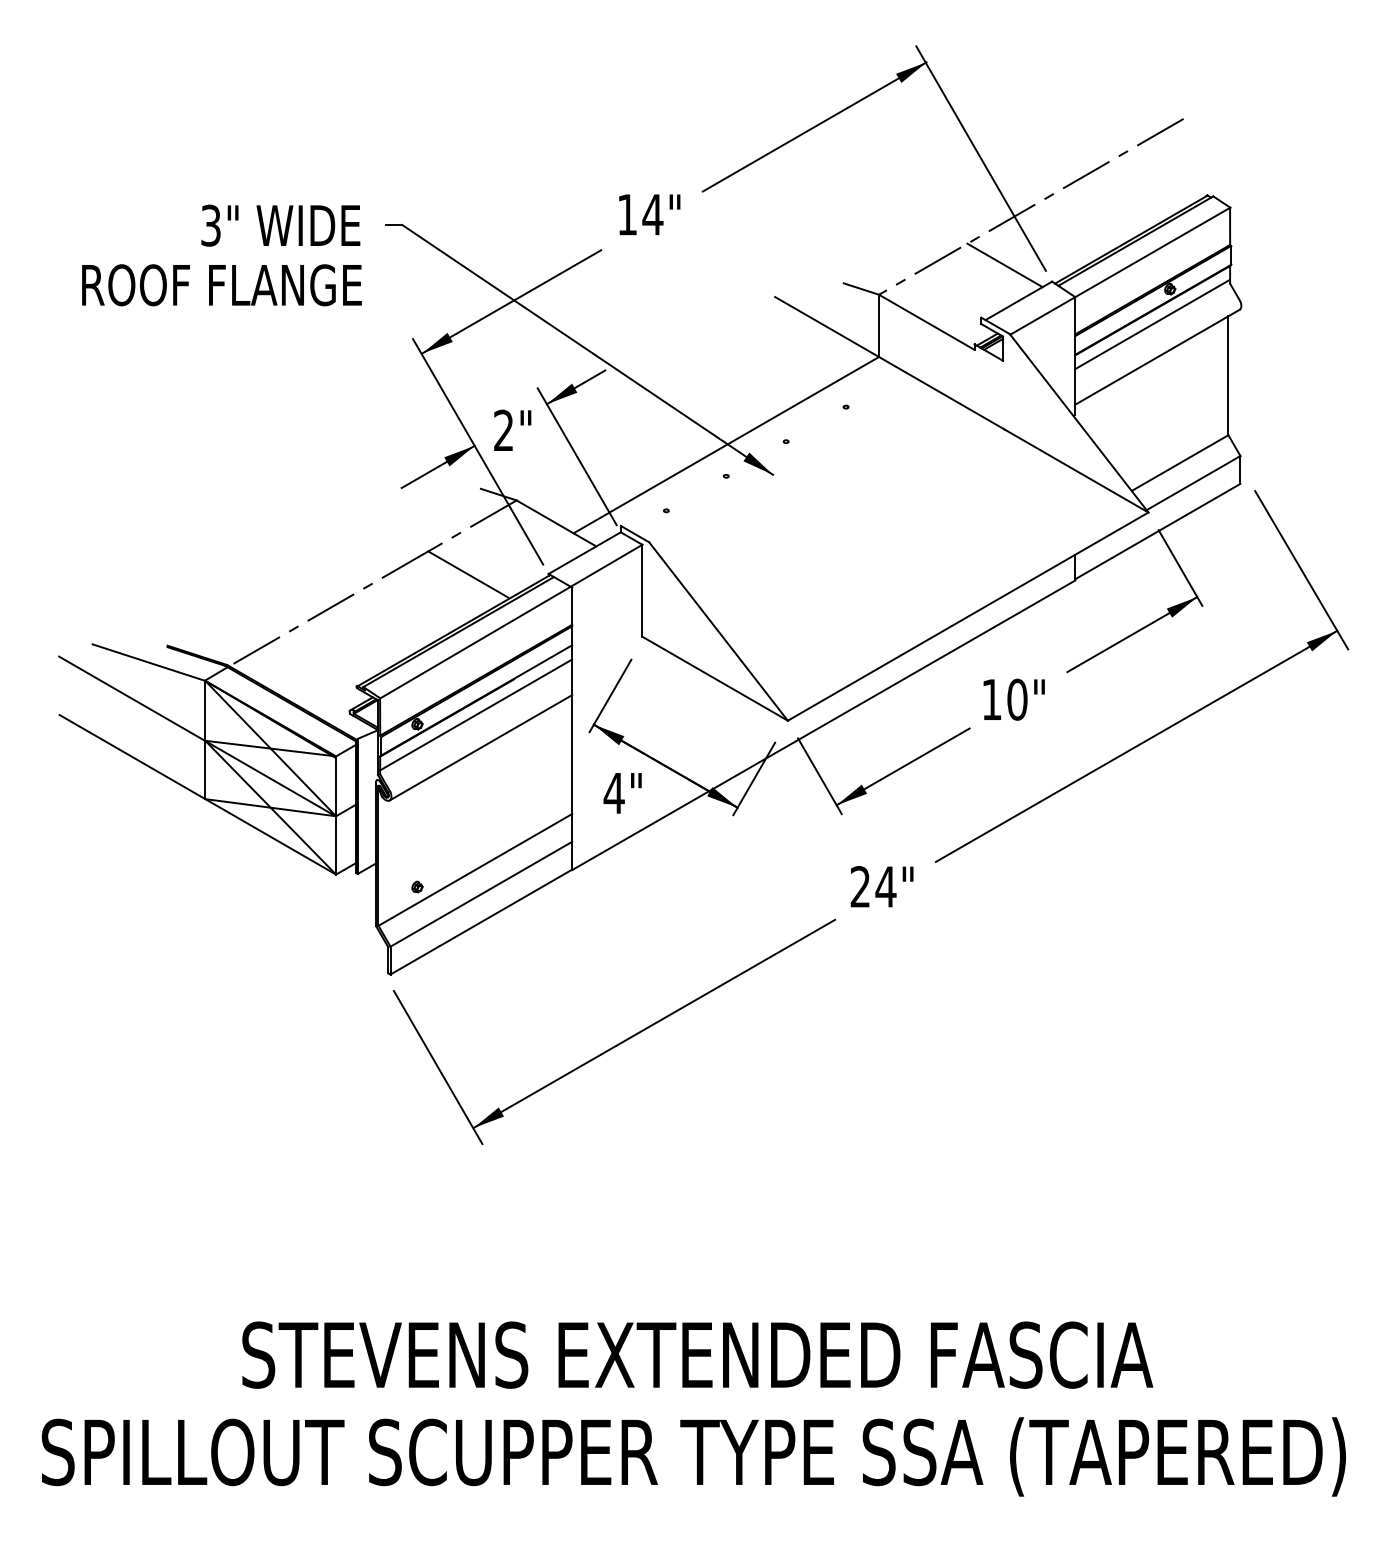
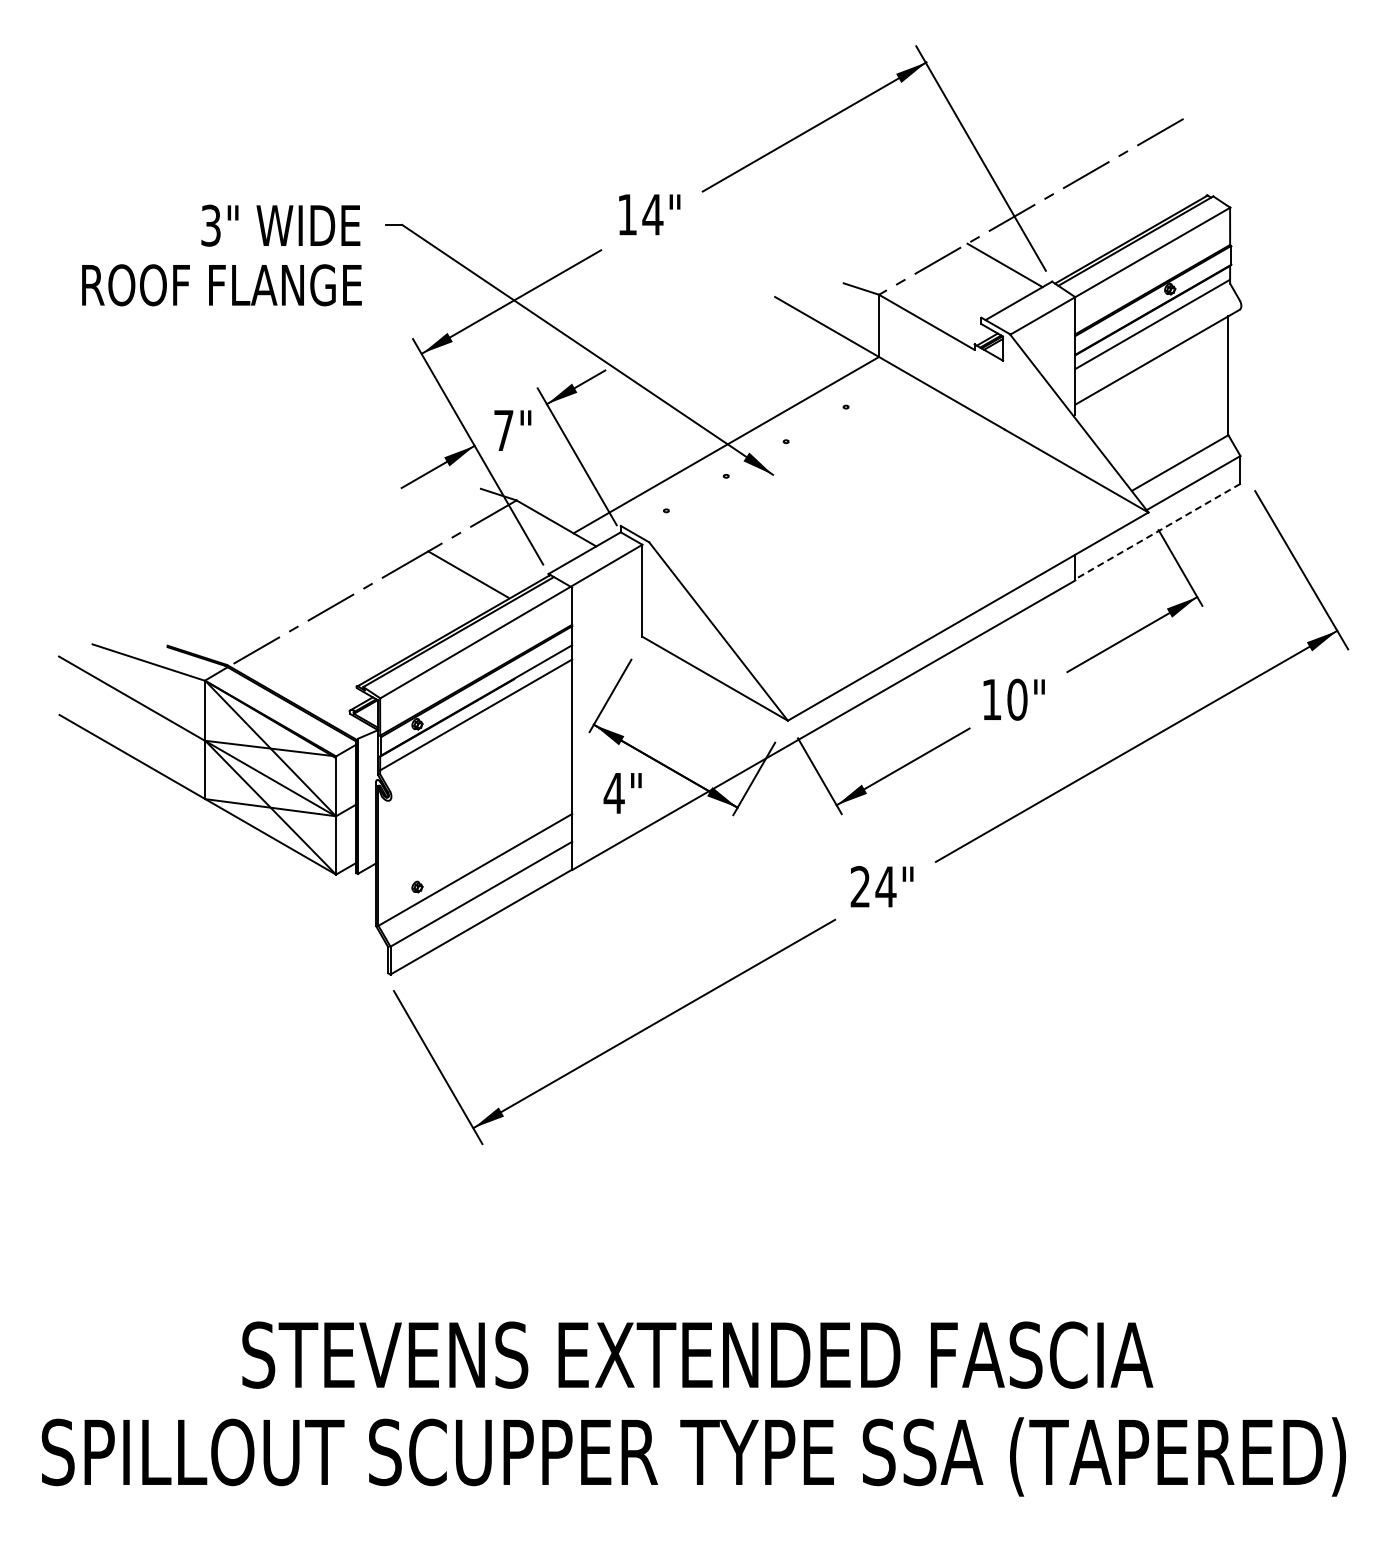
text at (503, 429): 2" -> 7"
line at (1157, 531): solid -> dashed
line at (480, 747): present -> none
